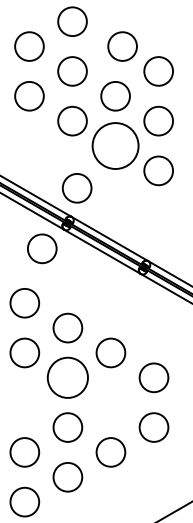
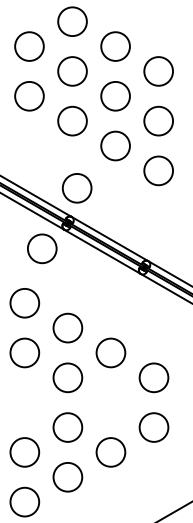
circle at (122, 46) position: (122, 46) -> (115, 46)
circle at (115, 145) diameter: 46 px -> 29 px
circle at (67, 377) diameter: 40 px -> 29 px
